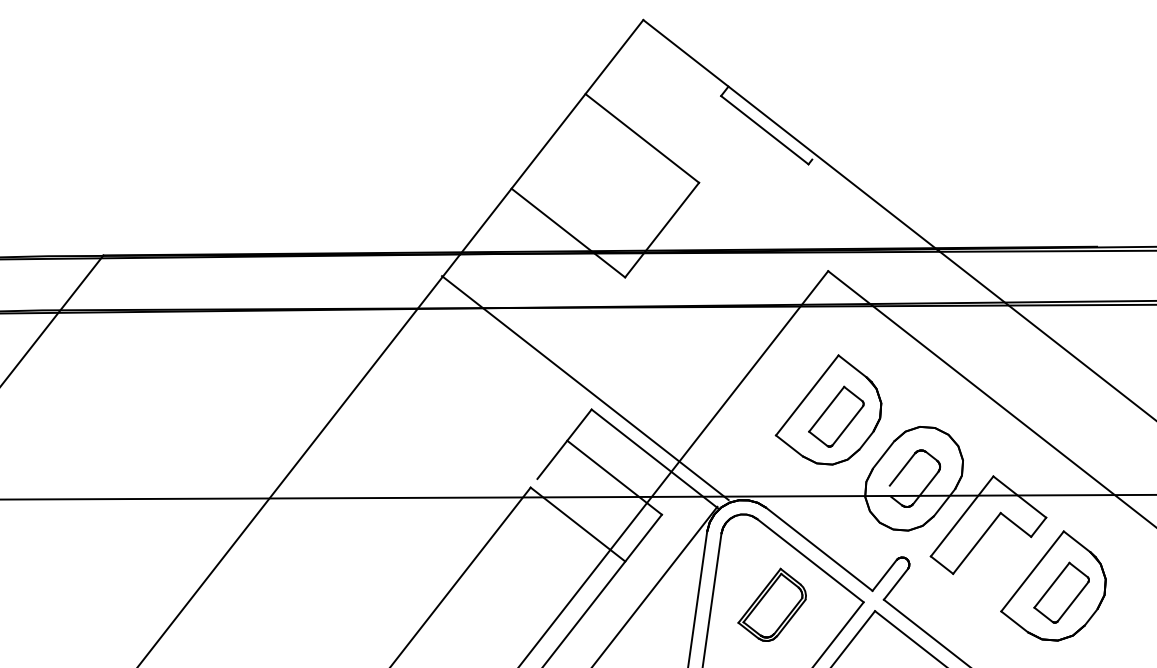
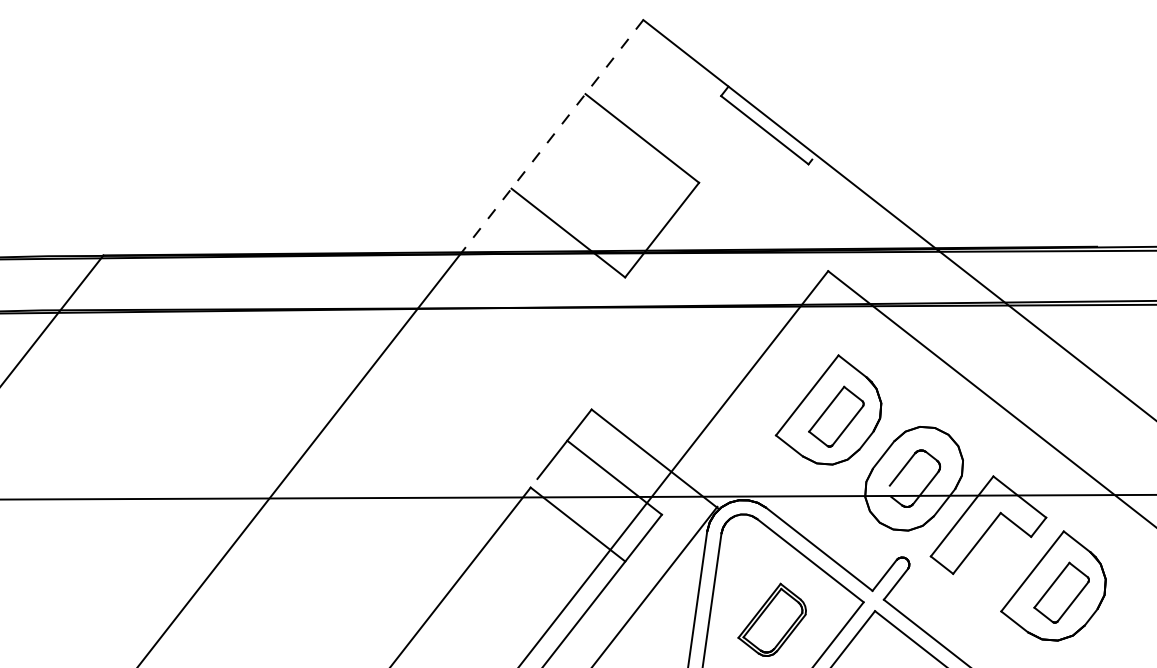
line at (551, 137): solid -> dashed
line at (585, 388): present -> none
part at (771, 604) position: (771, 604) -> (771, 619)
